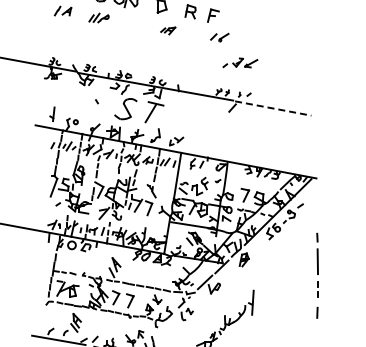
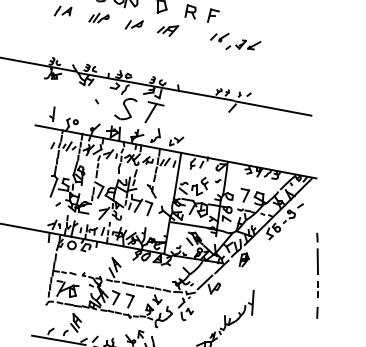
part at (133, 24): none -> present
part at (168, 30) size: 17x10 px -> 23x12 px
part at (240, 62) position: (240, 62) -> (243, 44)
line at (273, 108): dashed -> solid
